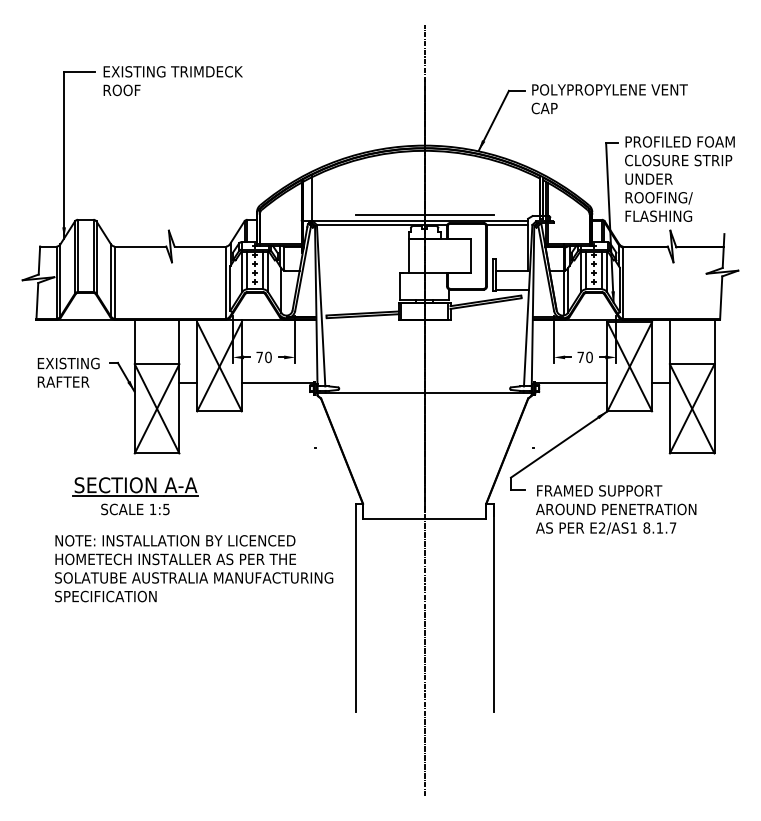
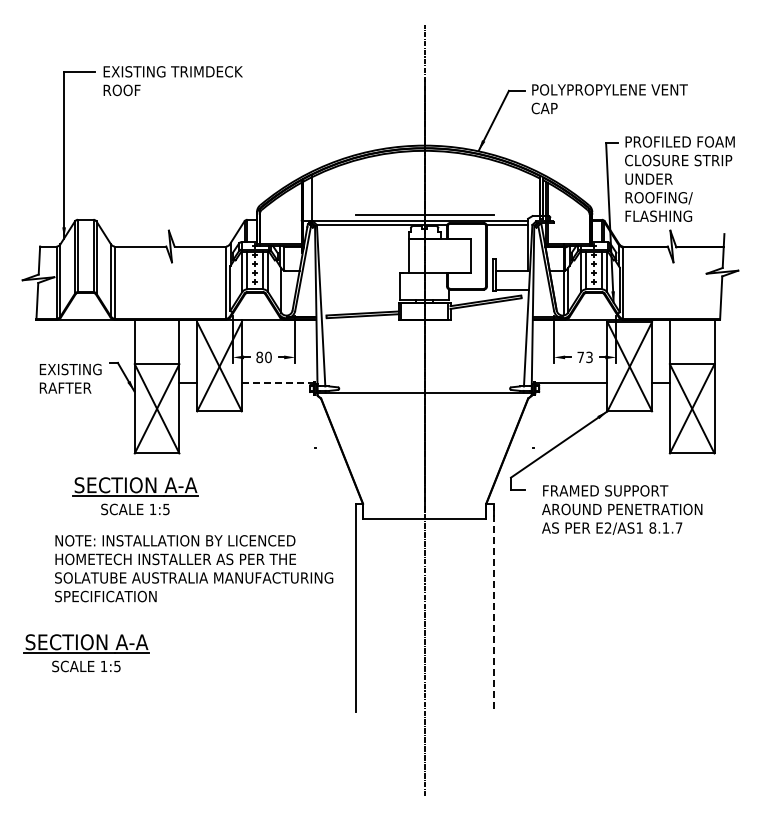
text at (259, 357): 70 -> 80
text at (589, 357): 70 -> 73
text at (68, 372) position: (68, 372) -> (70, 378)
line at (278, 382): solid -> dashed
text at (616, 509) position: (616, 509) -> (622, 509)
line at (493, 608): solid -> dashed
part at (86, 653): none -> present
